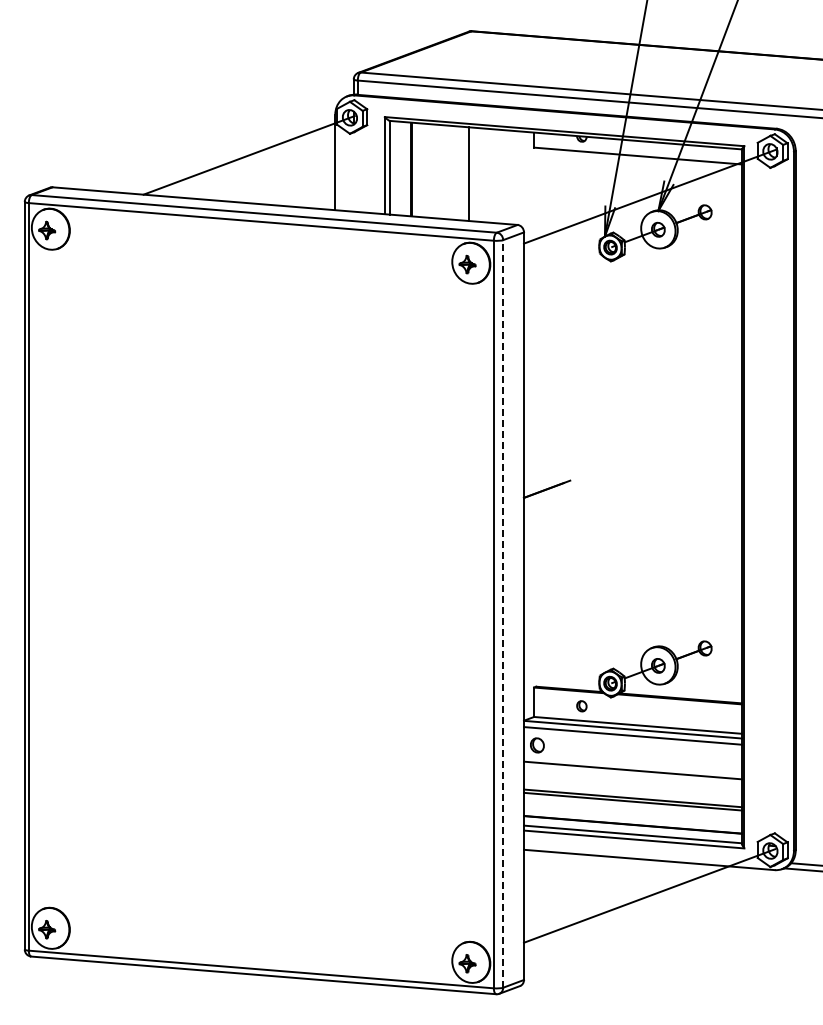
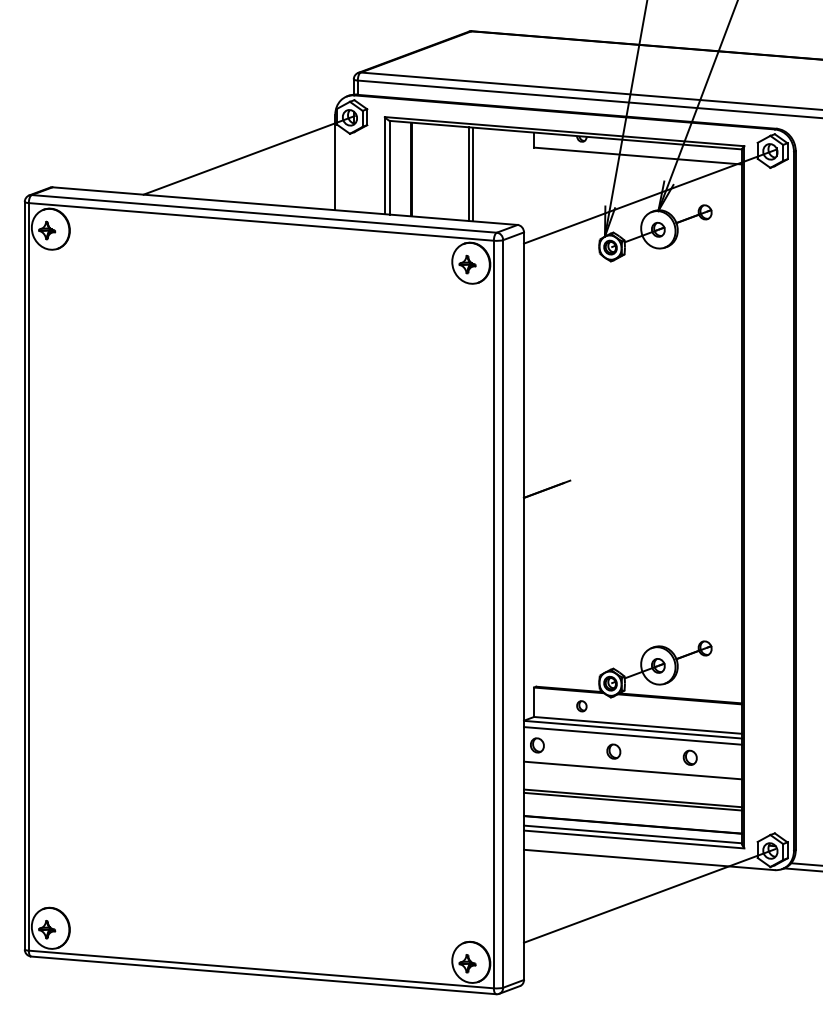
line at (472, 174): none -> present
line at (503, 613): dashed -> solid
part at (613, 751): none -> present
part at (689, 757): none -> present
